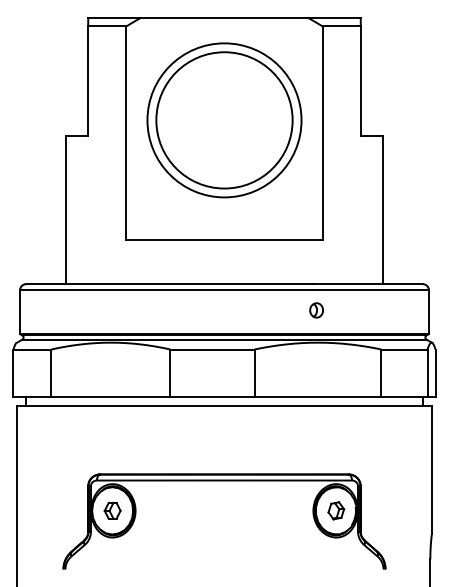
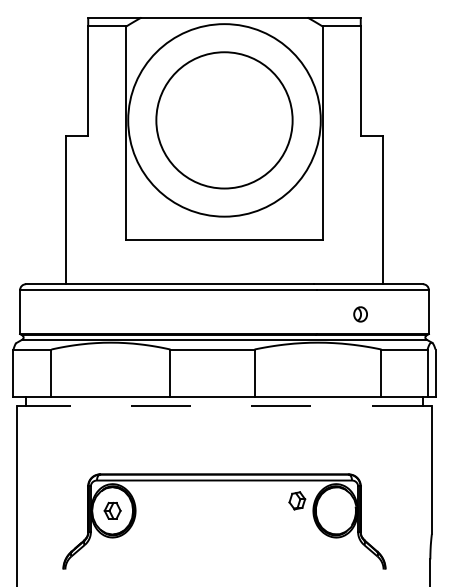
circle at (224, 120) diameter: 154 px -> 193 px
part at (316, 310) position: (316, 310) -> (360, 314)
line at (223, 406): solid -> dashed
part at (336, 510) position: (336, 510) -> (297, 500)
